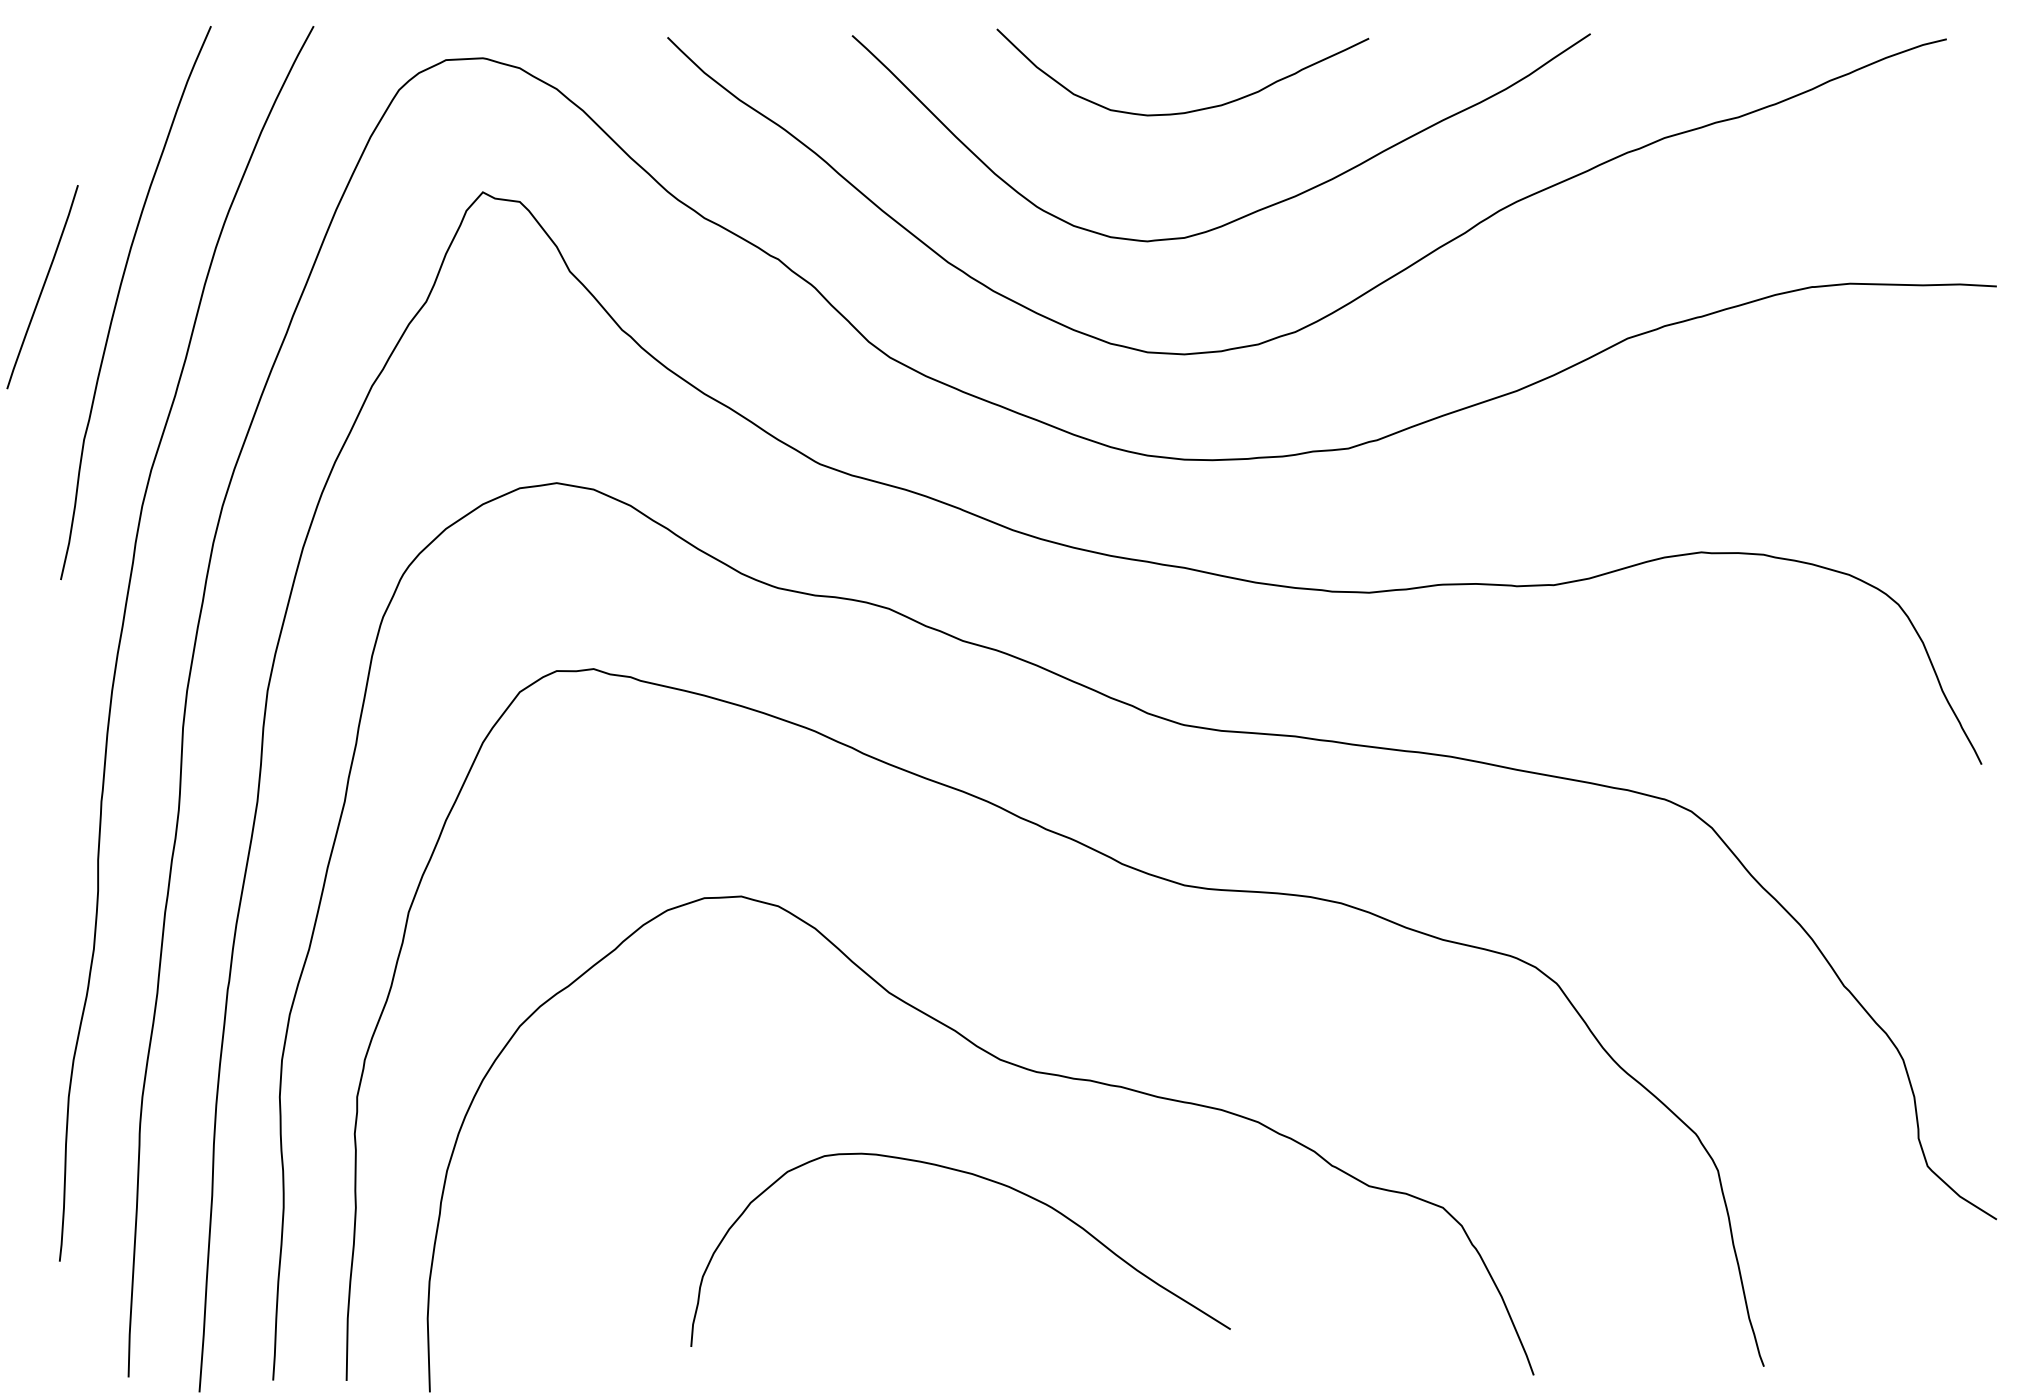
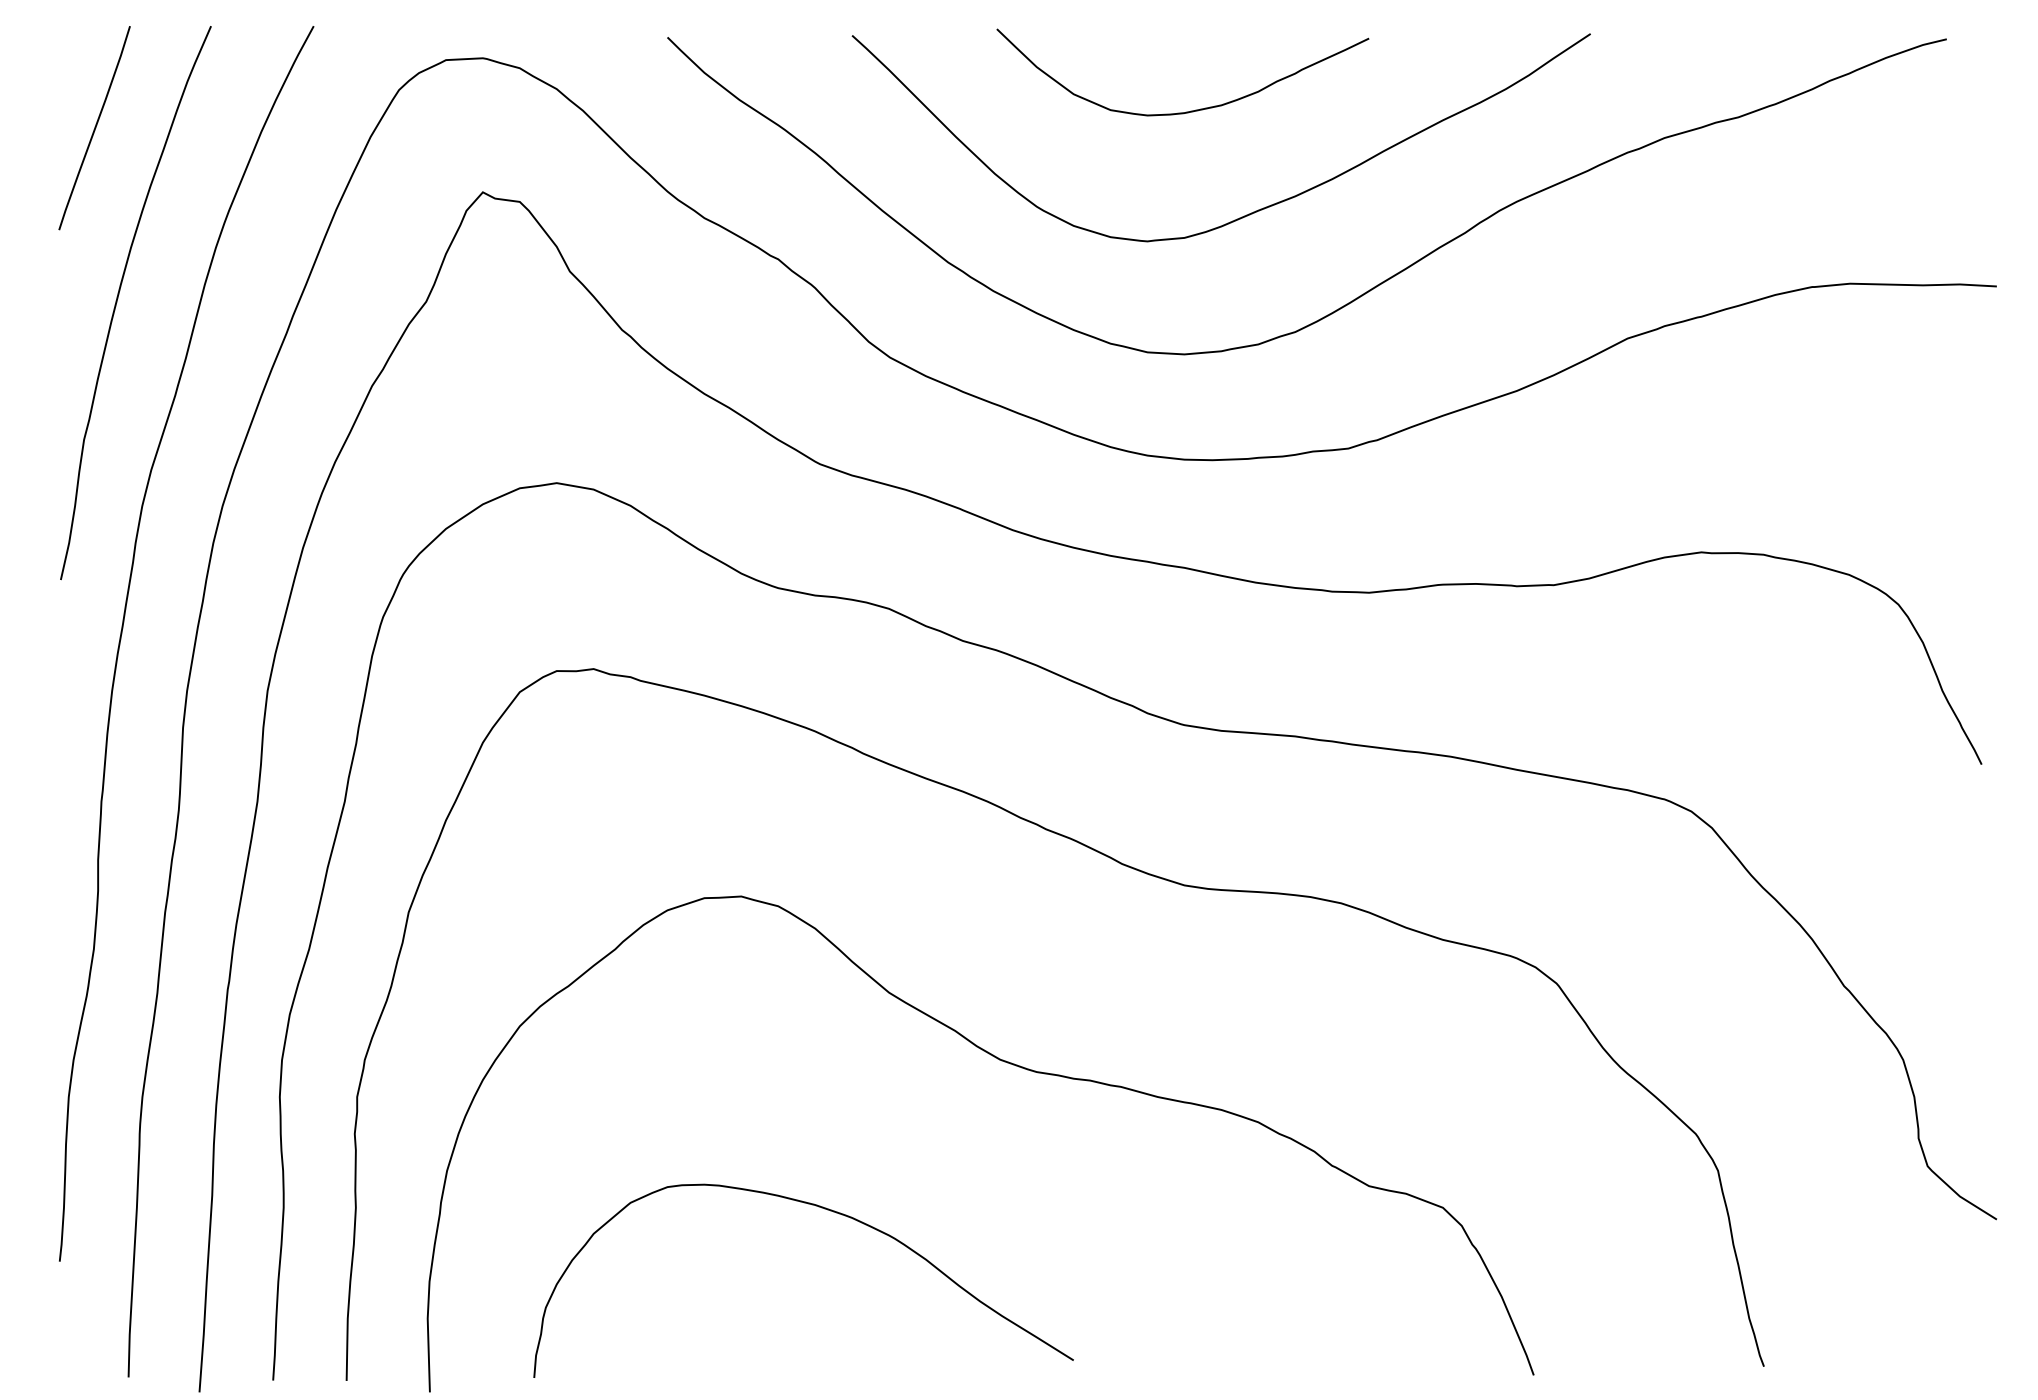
curve at (42, 287) position: (42, 287) -> (94, 128)
curve at (984, 1179) position: (984, 1179) -> (827, 1210)
